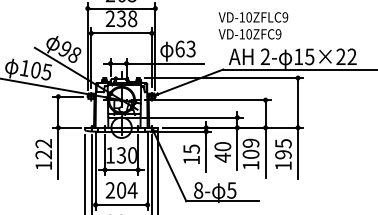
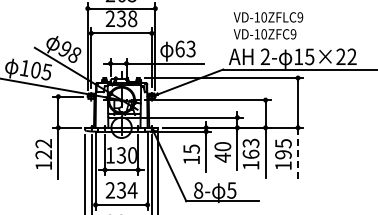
text at (253, 25) position: (253, 25) -> (268, 25)
text at (250, 148): 109 -> 163
line at (298, 153): solid -> dashed
text at (121, 190): 204 -> 234
